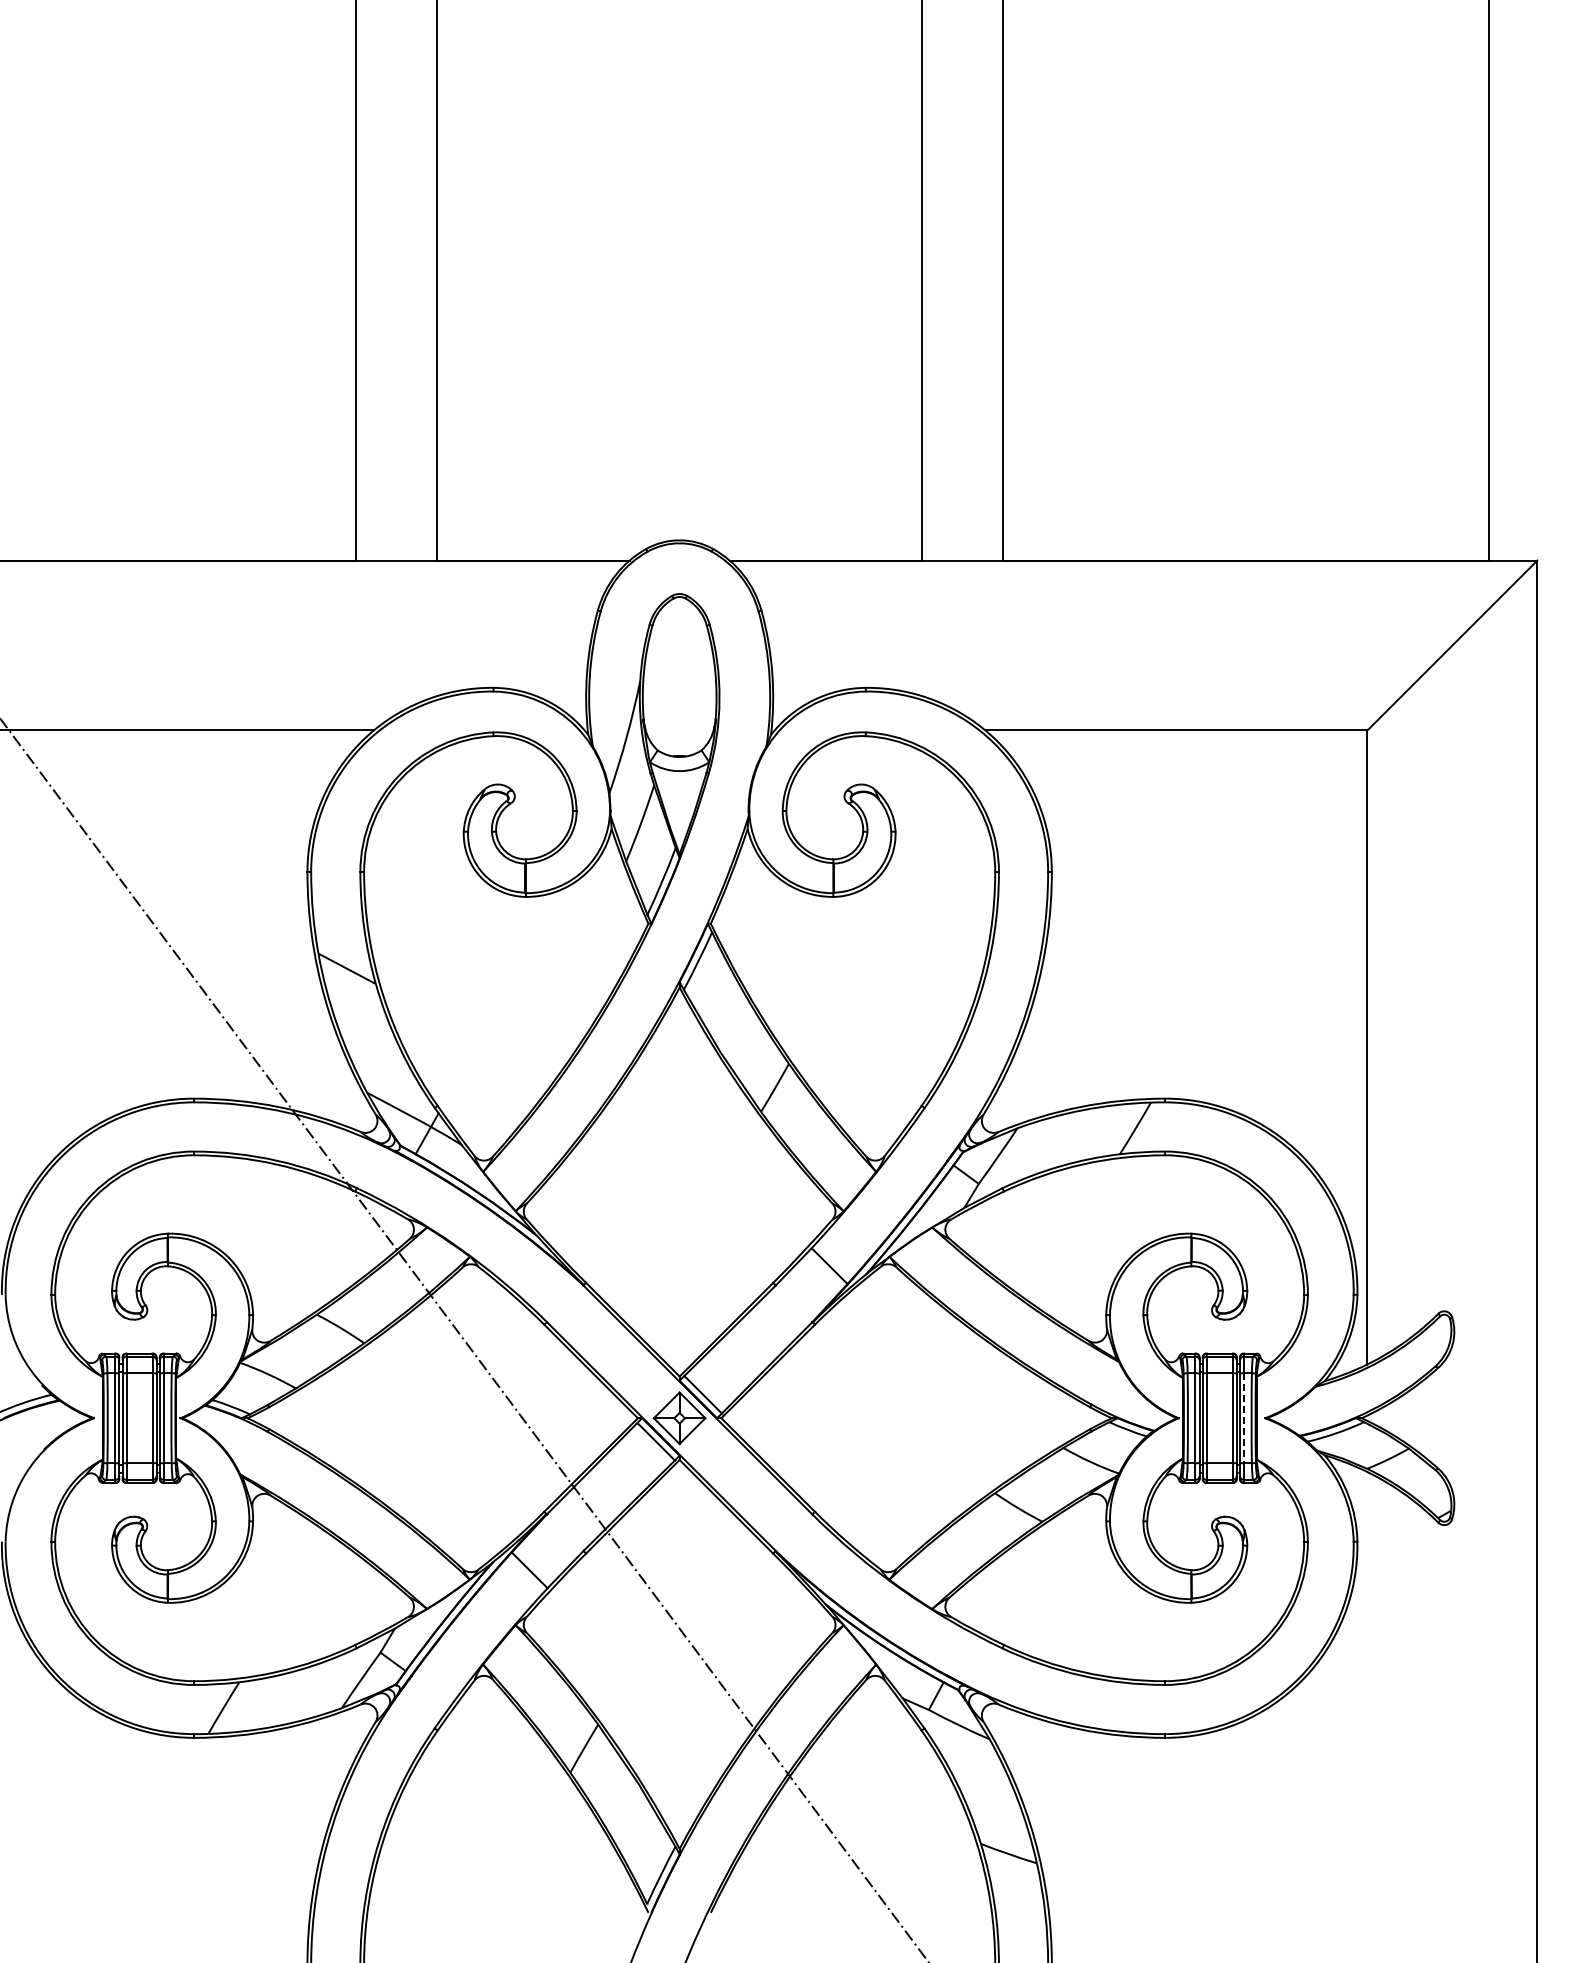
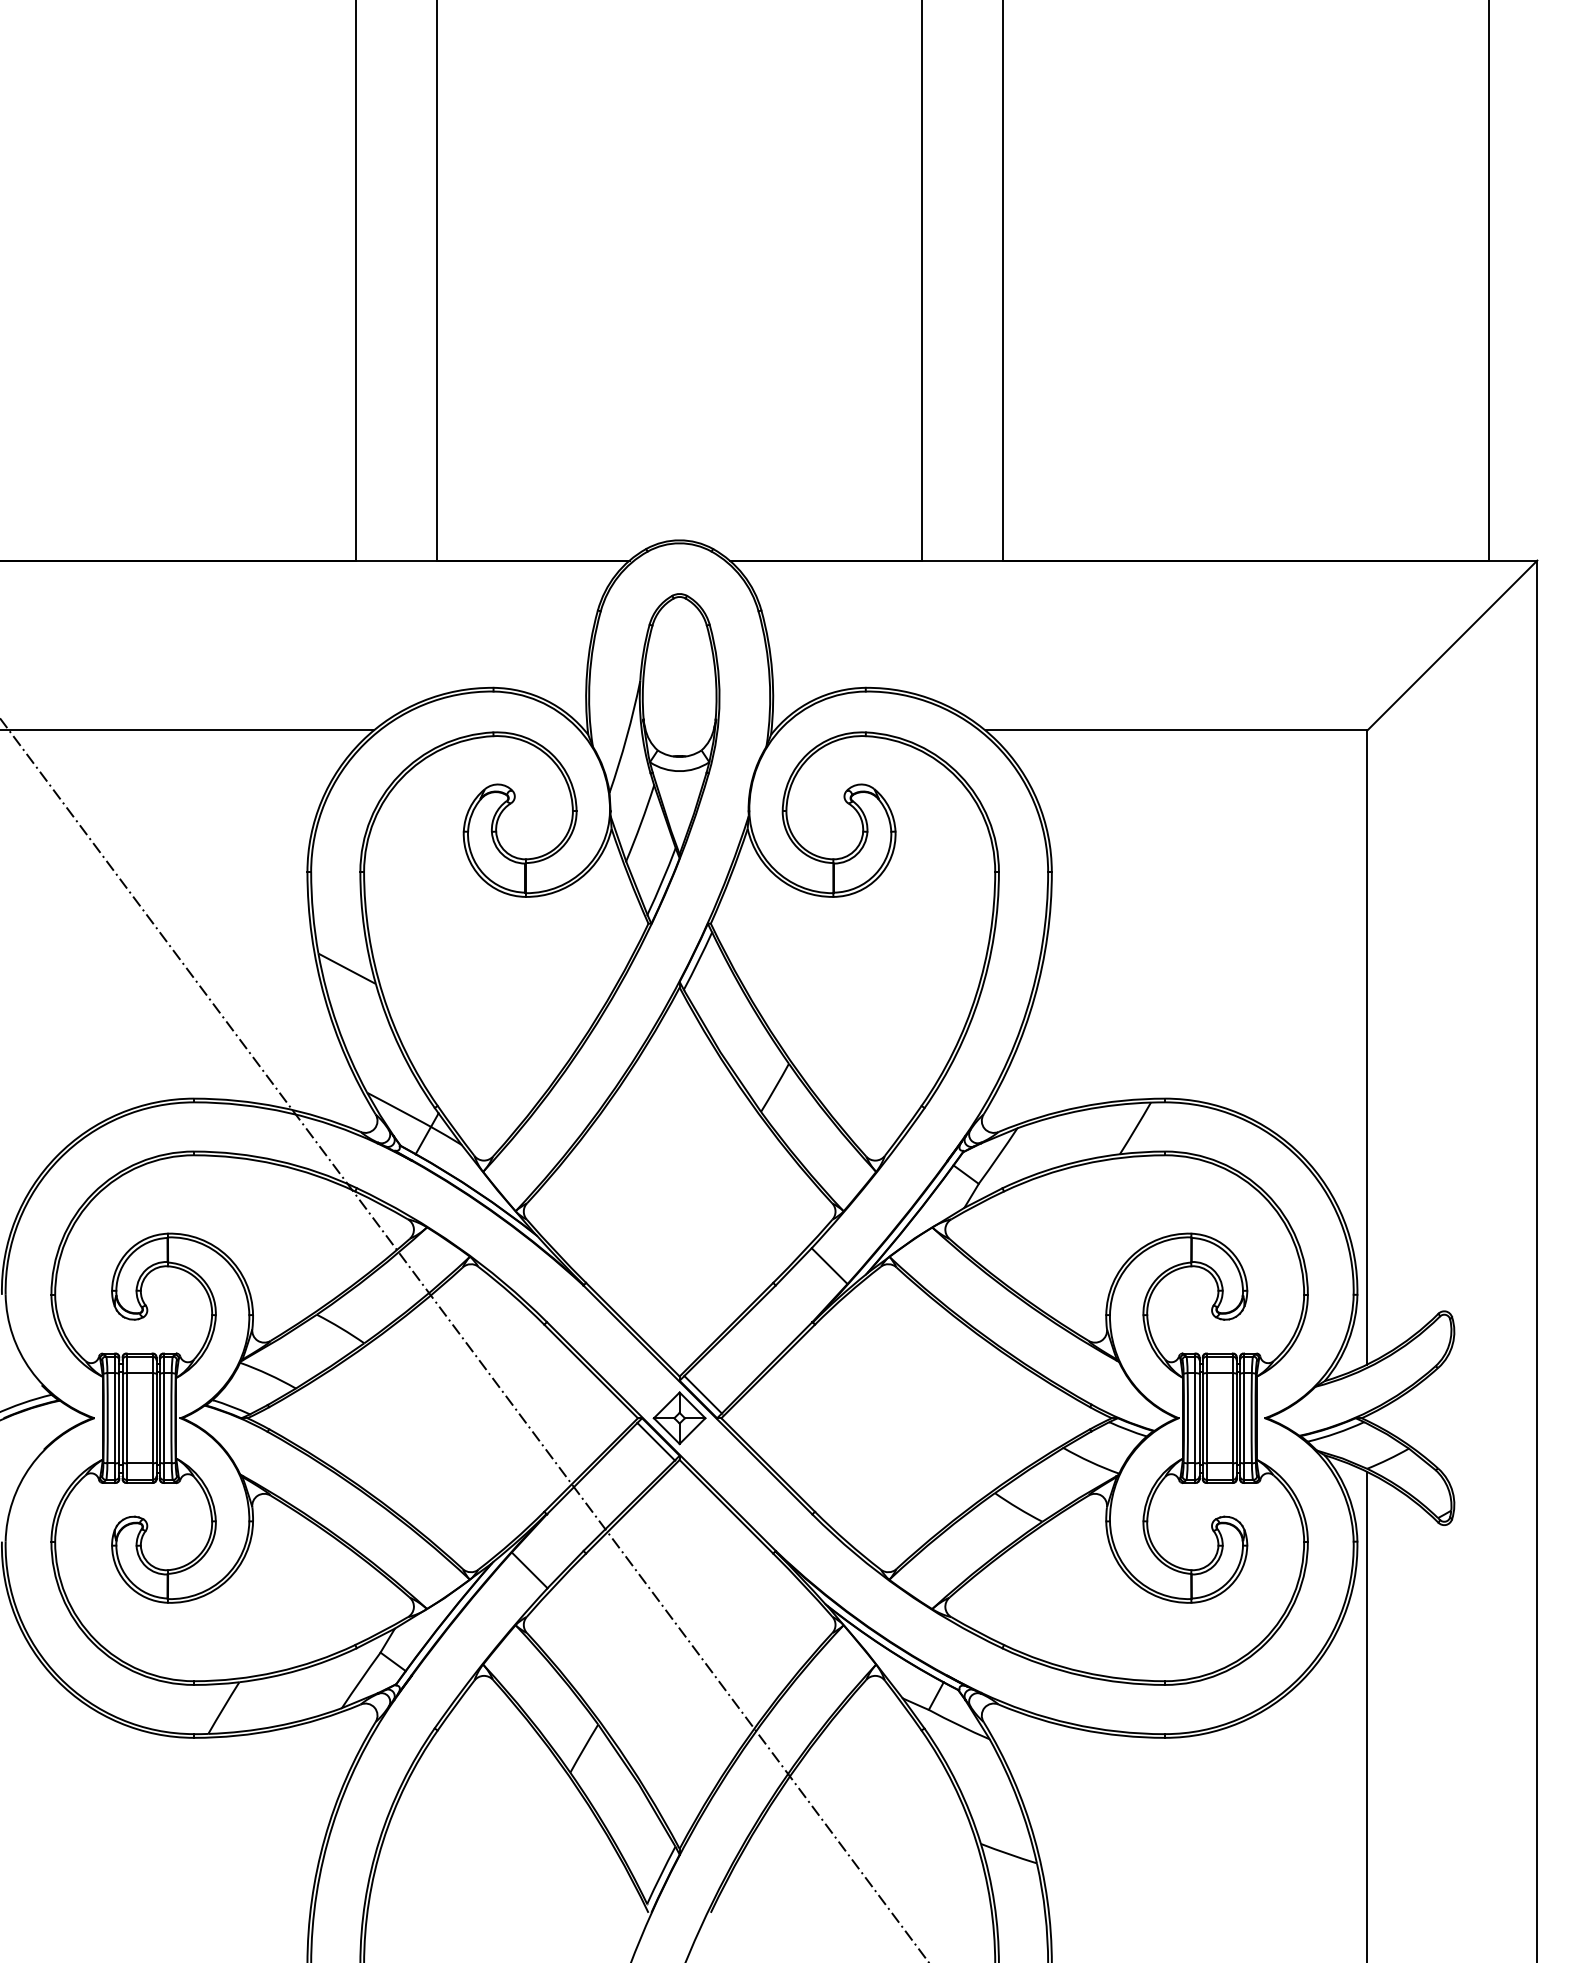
line at (1244, 1418): dashed -> solid
line at (1367, 1715): none -> present
